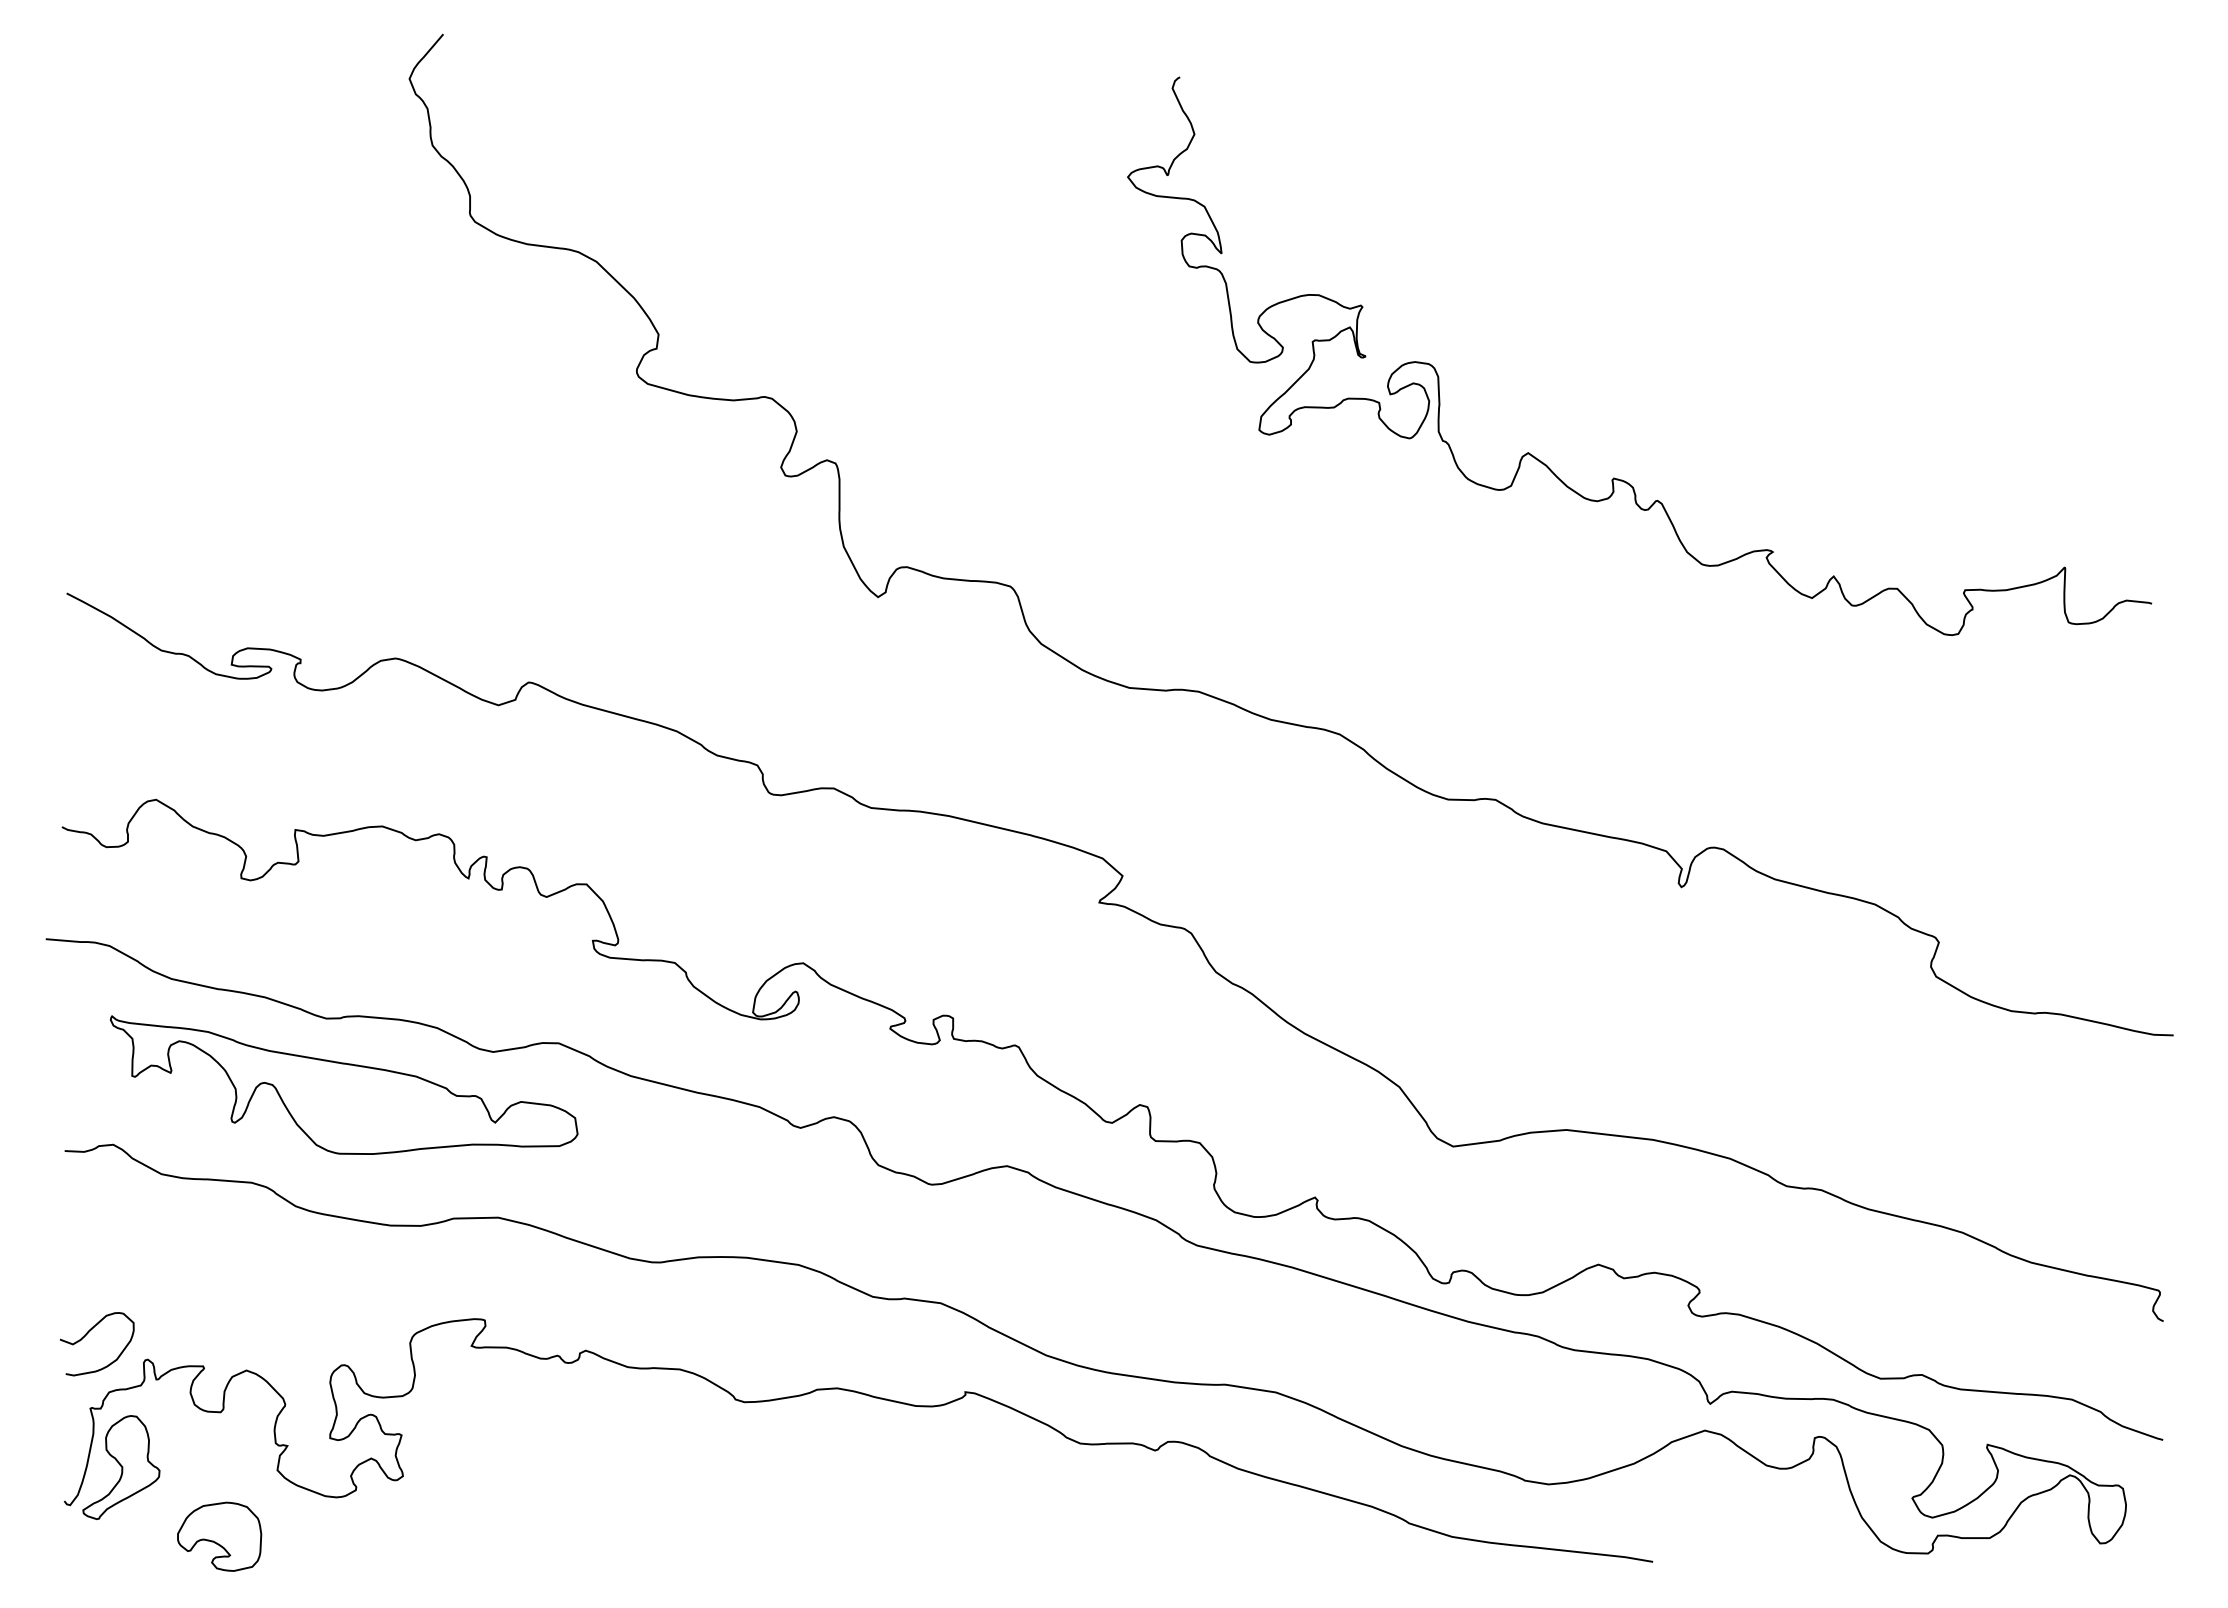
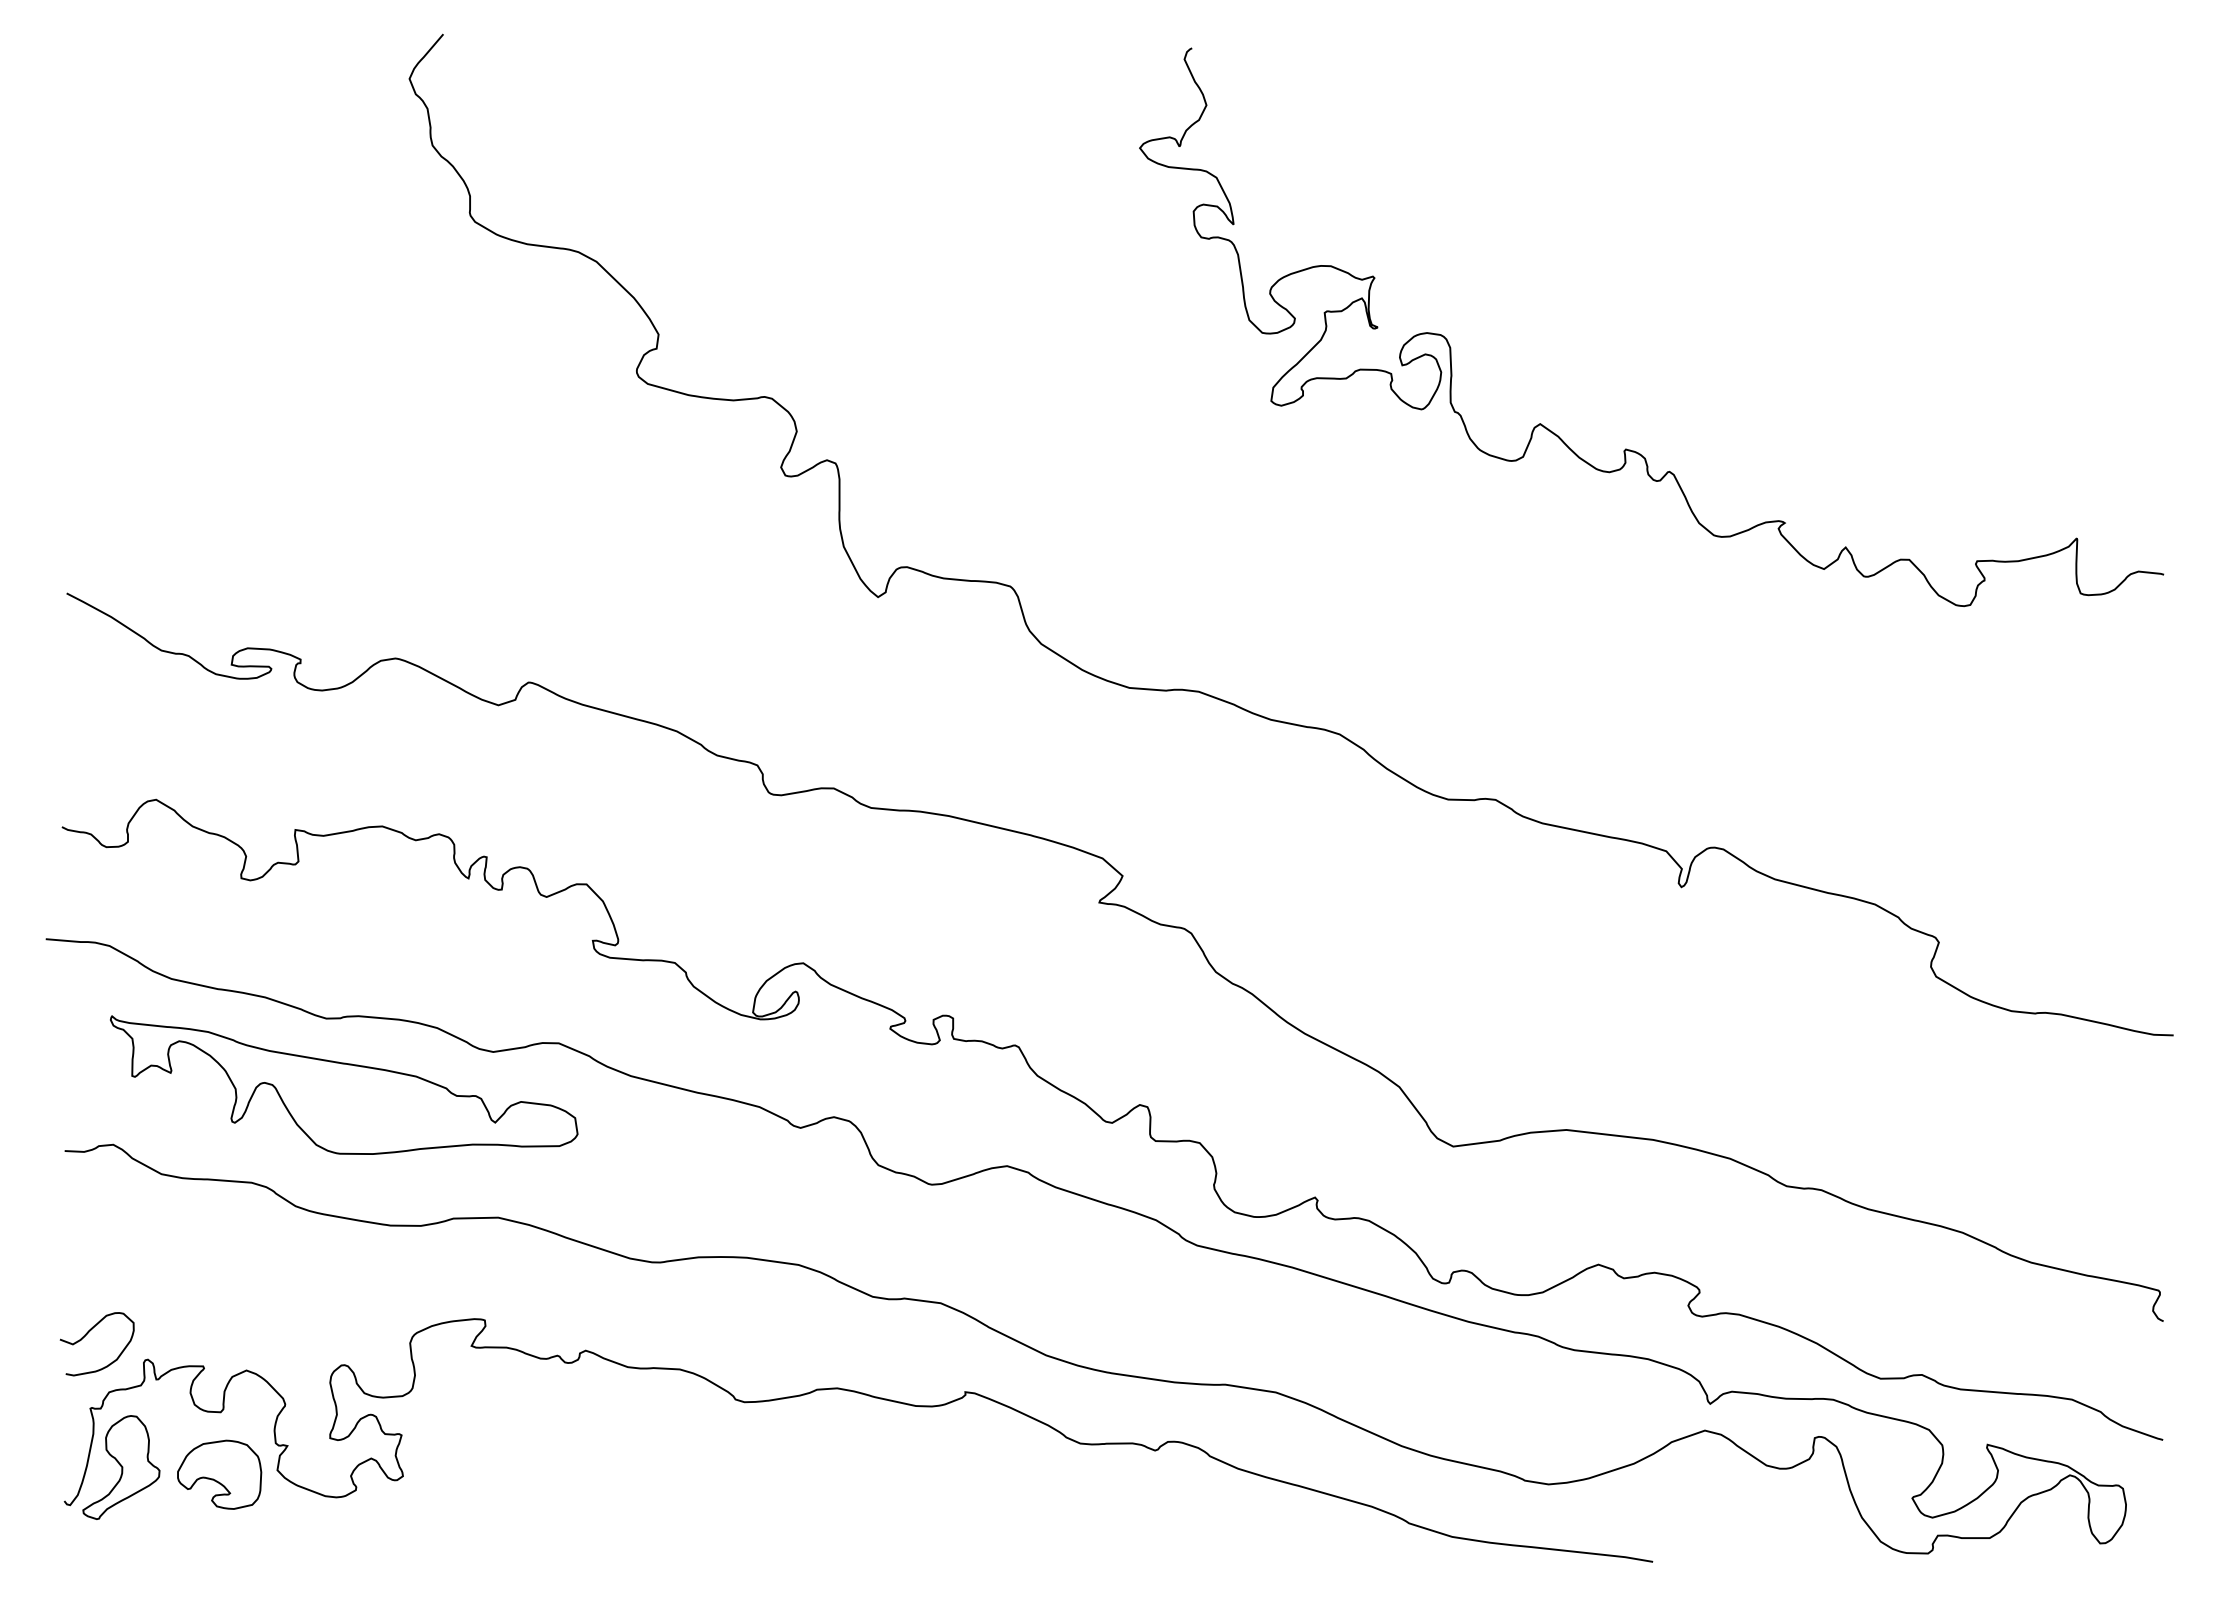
curve at (1614, 477) position: (1614, 477) -> (1626, 448)
part at (219, 1536) position: (219, 1536) -> (219, 1474)
